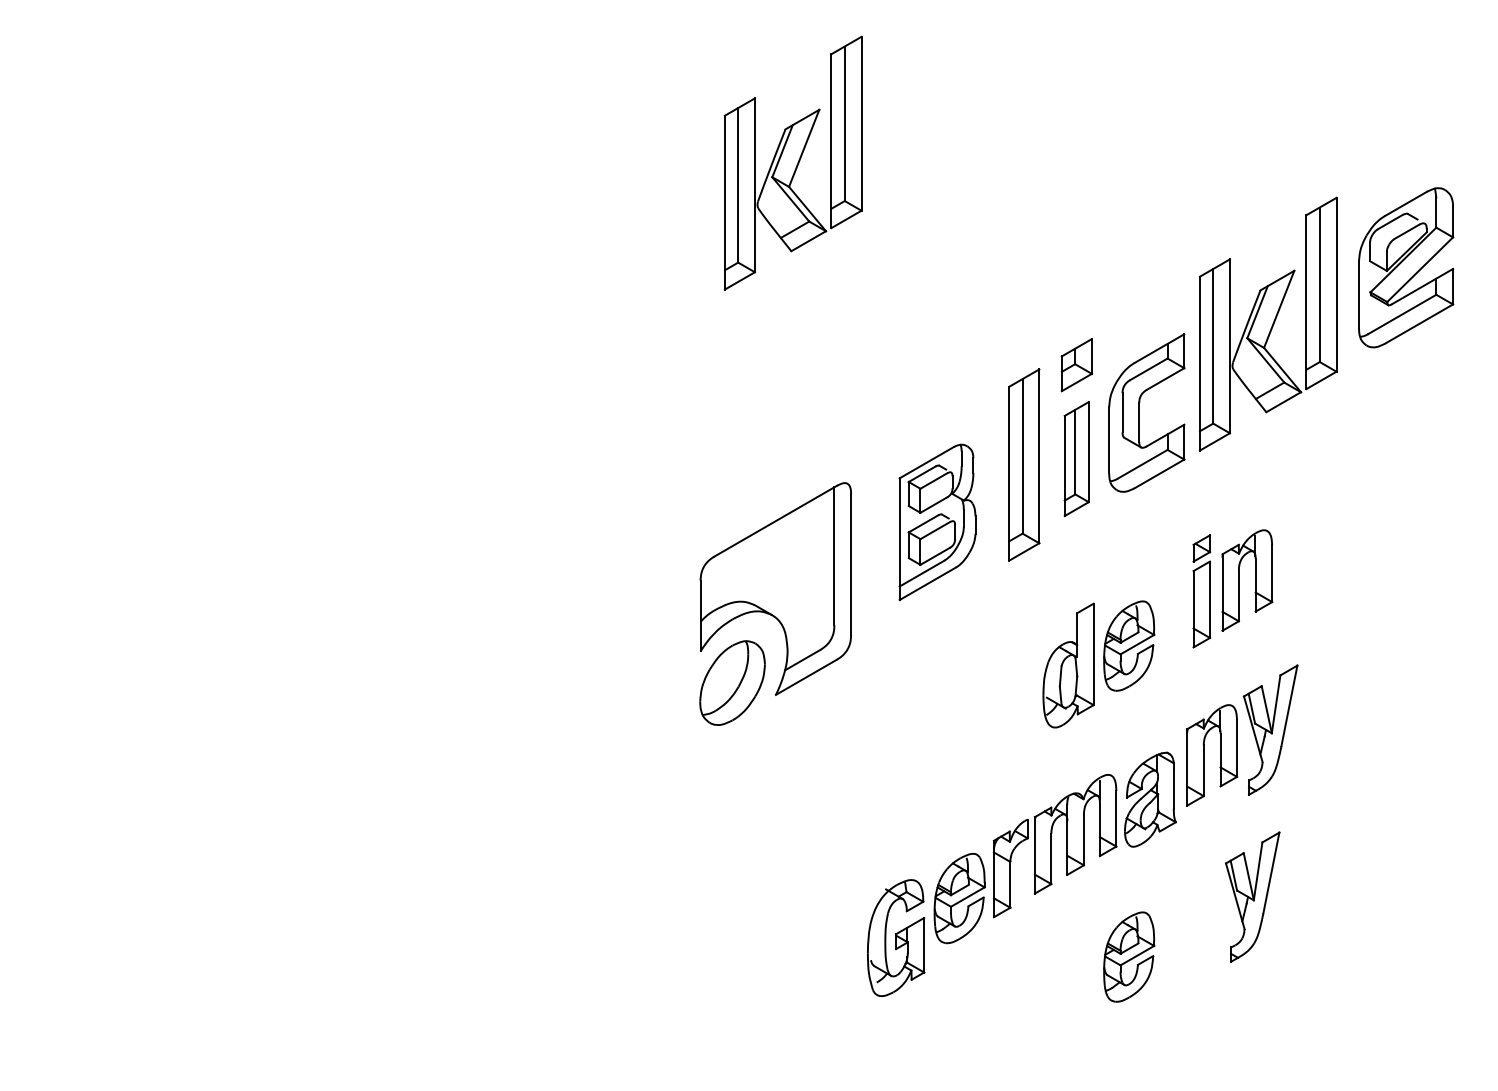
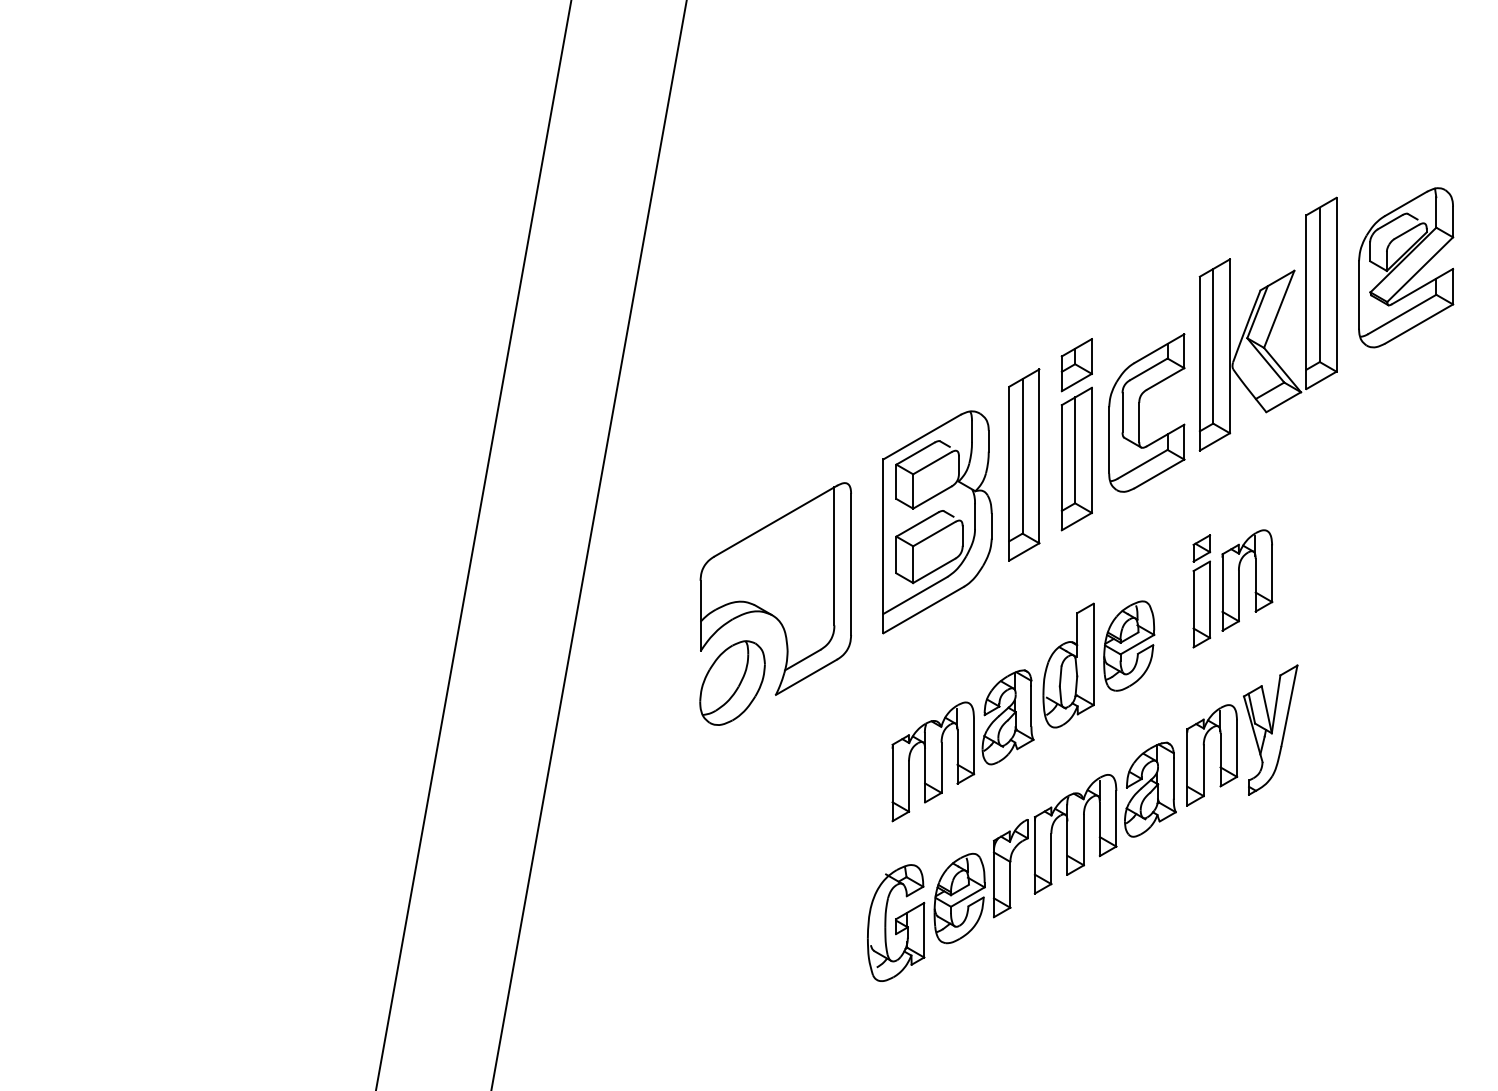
part at (792, 162): present -> none
part at (1076, 459) size: 27x117 px -> 33x146 px
part at (937, 522) size: 79x159 px -> 111x225 px
line at (473, 544): none -> present
line at (588, 544): none -> present
part at (962, 745): none -> present
part at (1150, 799) position: (1150, 799) -> (1150, 789)
part at (1252, 896): present -> none
part at (896, 937) position: (896, 937) -> (896, 922)
part at (1129, 956): present -> none
